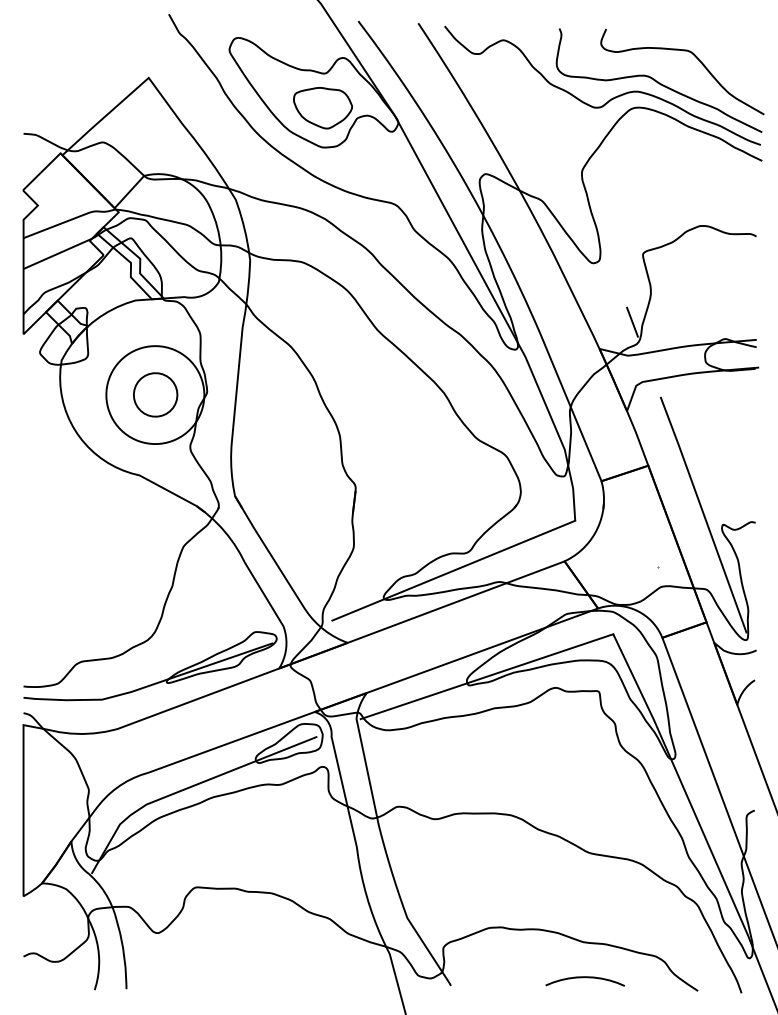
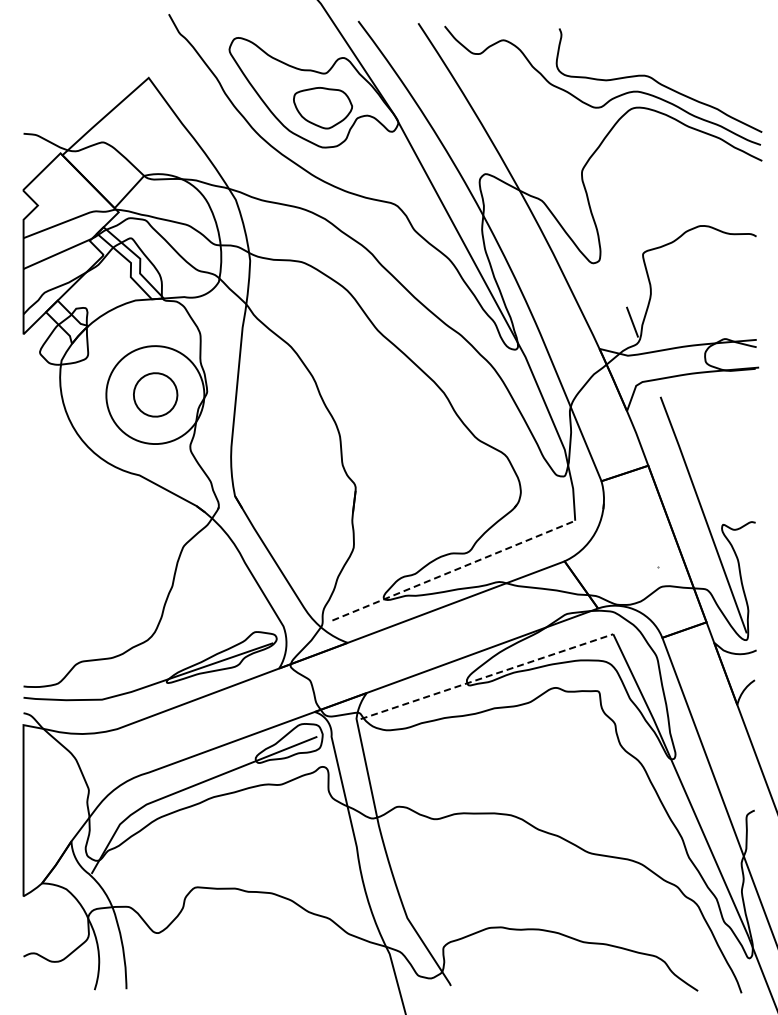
curve at (695, 57): present -> none
line at (454, 570): solid -> dashed
line at (487, 676): solid -> dashed
curve at (583, 978): present -> none
